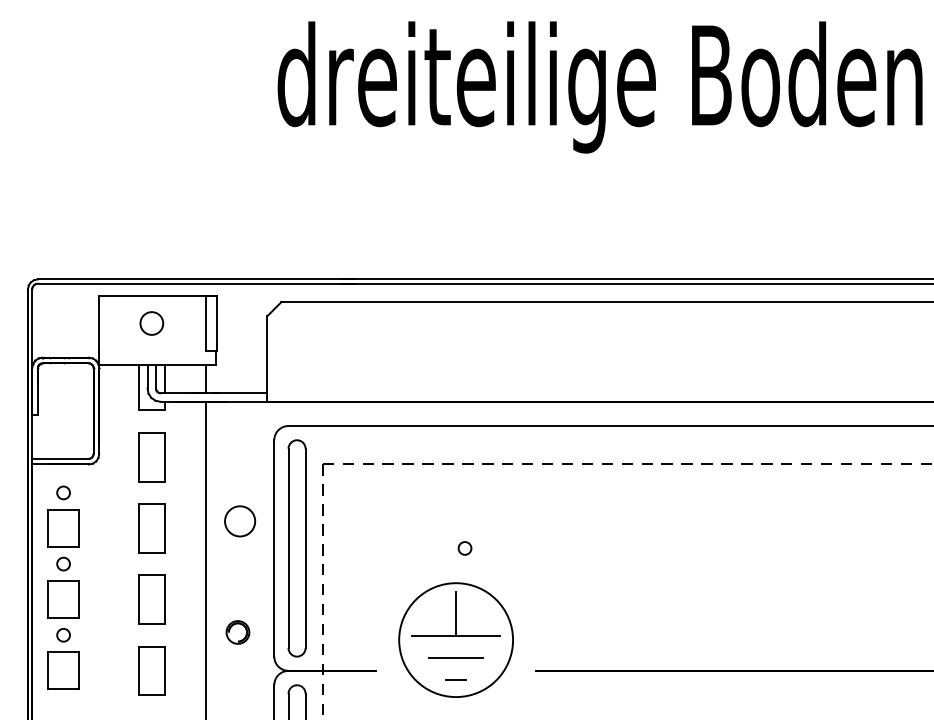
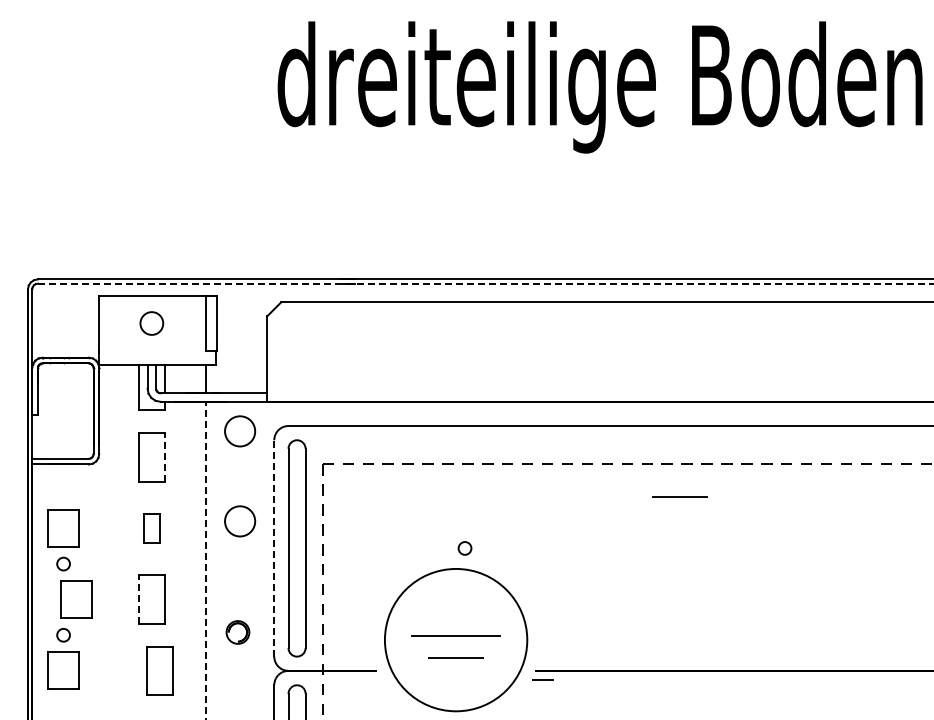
line at (485, 283): solid -> dashed
circle at (240, 431): none -> present
line at (164, 456): solid -> dashed
circle at (63, 492): present -> none
line at (679, 496): none -> present
part at (151, 528) size: 28x51 px -> 18x31 px
line at (274, 547): solid -> dashed
line at (205, 560): solid -> dashed
part at (63, 599) position: (63, 599) -> (76, 599)
line at (139, 599): solid -> dashed
line at (456, 613): present -> none
circle at (456, 640) diameter: 114 px -> 142 px
part at (151, 670) position: (151, 670) -> (159, 670)
line at (455, 679) position: (455, 679) -> (542, 679)
